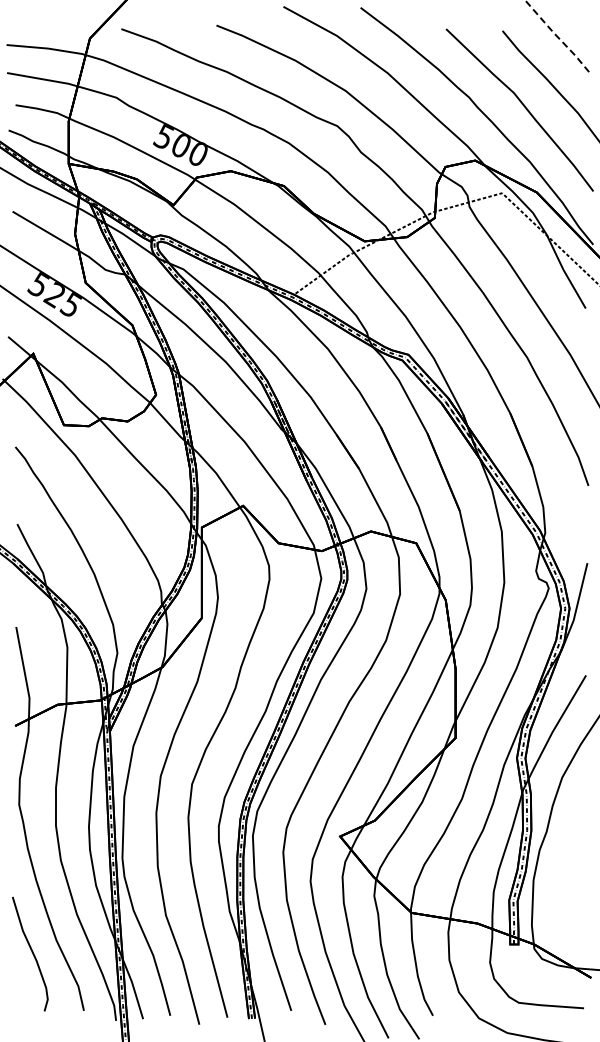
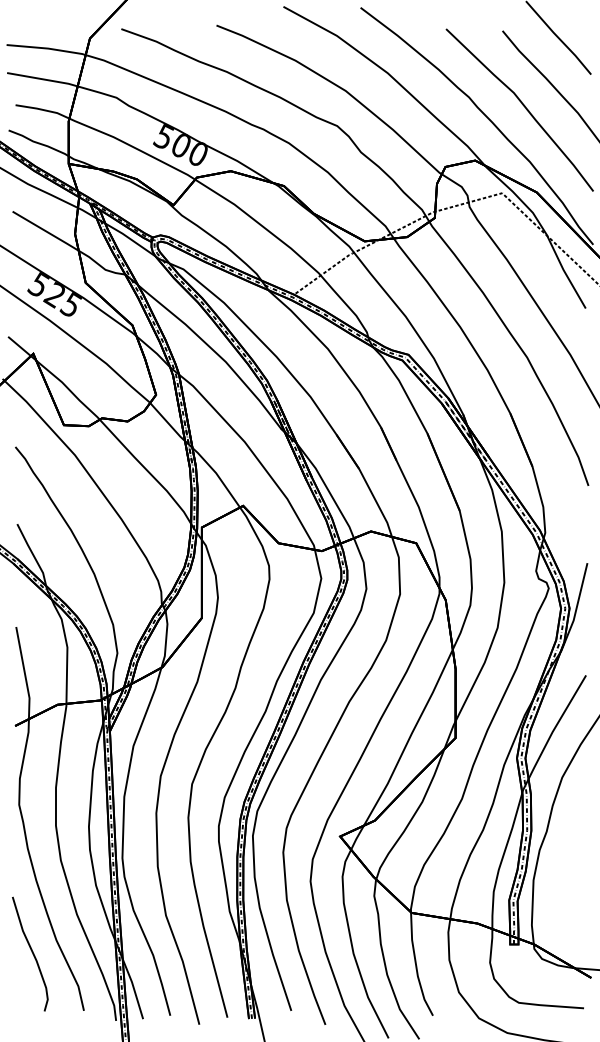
line at (558, 38): dashed -> solid
